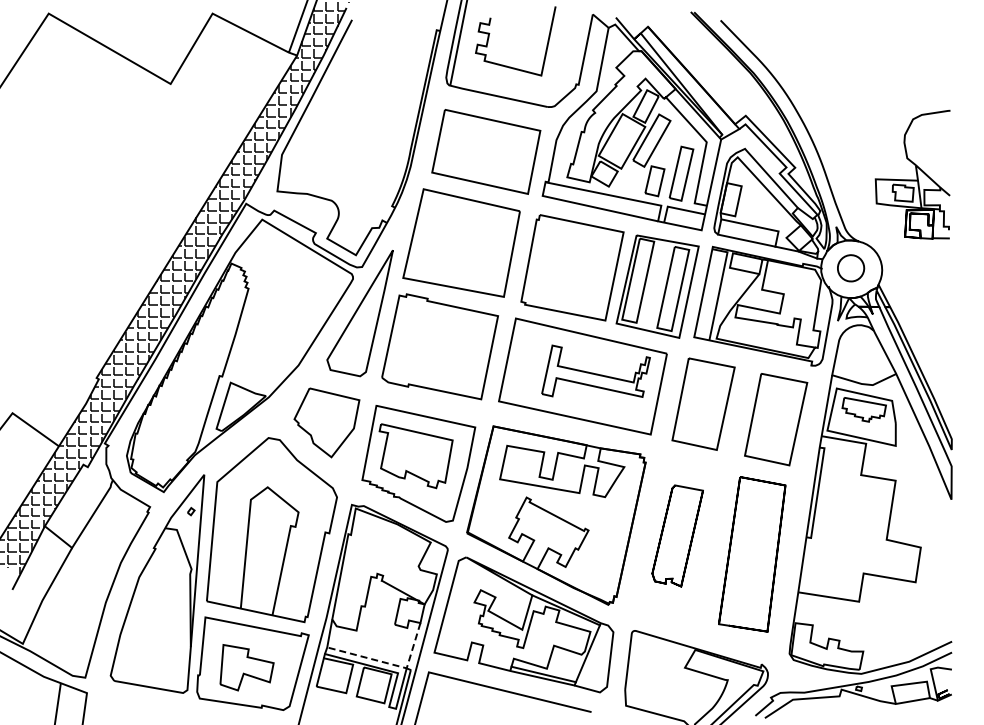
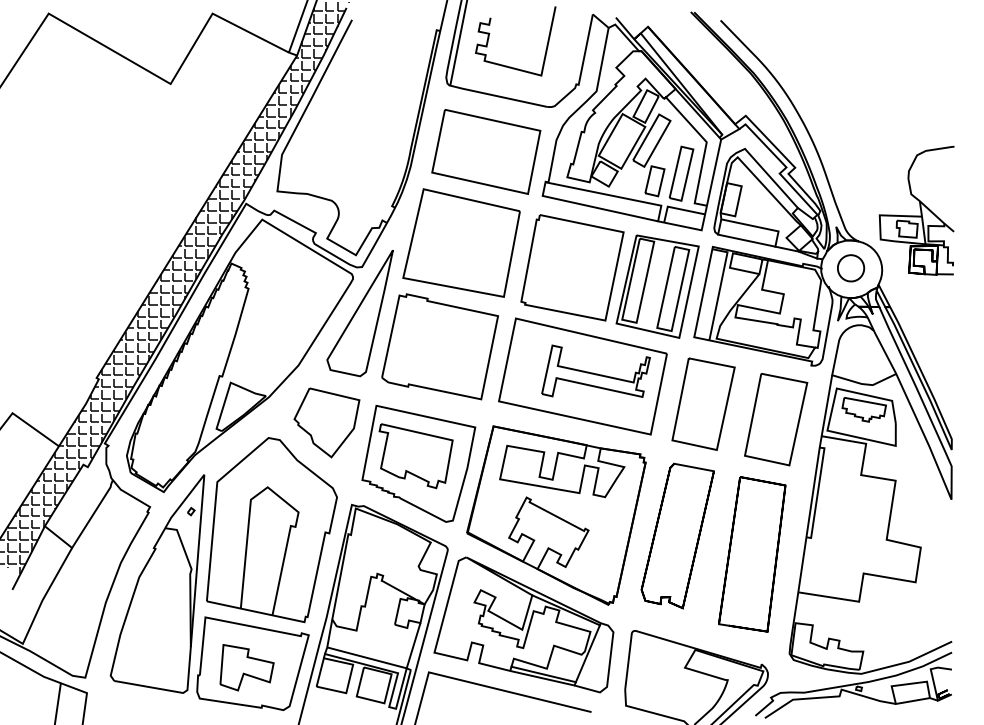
part at (912, 174) position: (912, 174) -> (916, 210)
part at (677, 535) size: 53x104 px -> 75x148 px
line at (390, 664): dashed -> solid
